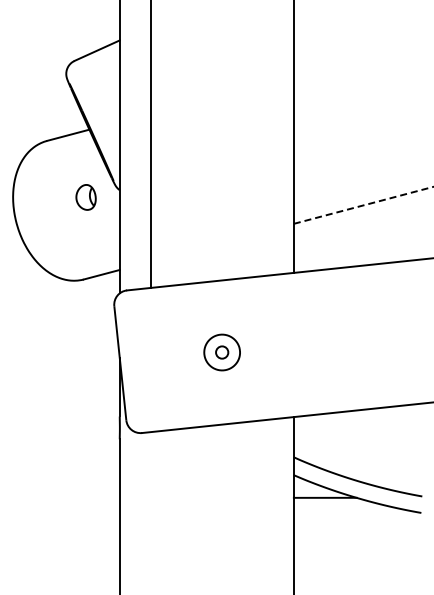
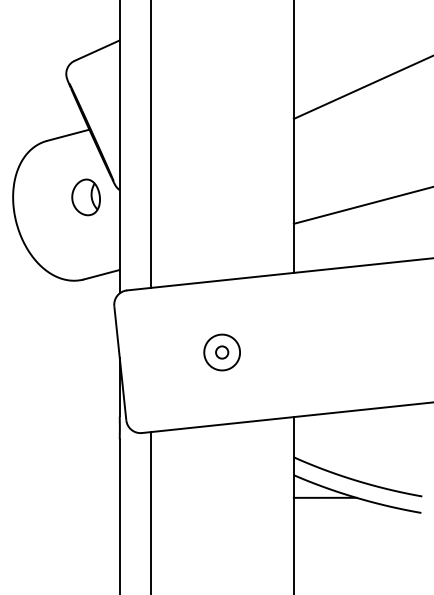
line at (361, 87): none -> present
part at (85, 197) size: 22x27 px -> 30x39 px
line at (364, 205): dashed -> solid
line at (150, 511): none -> present
